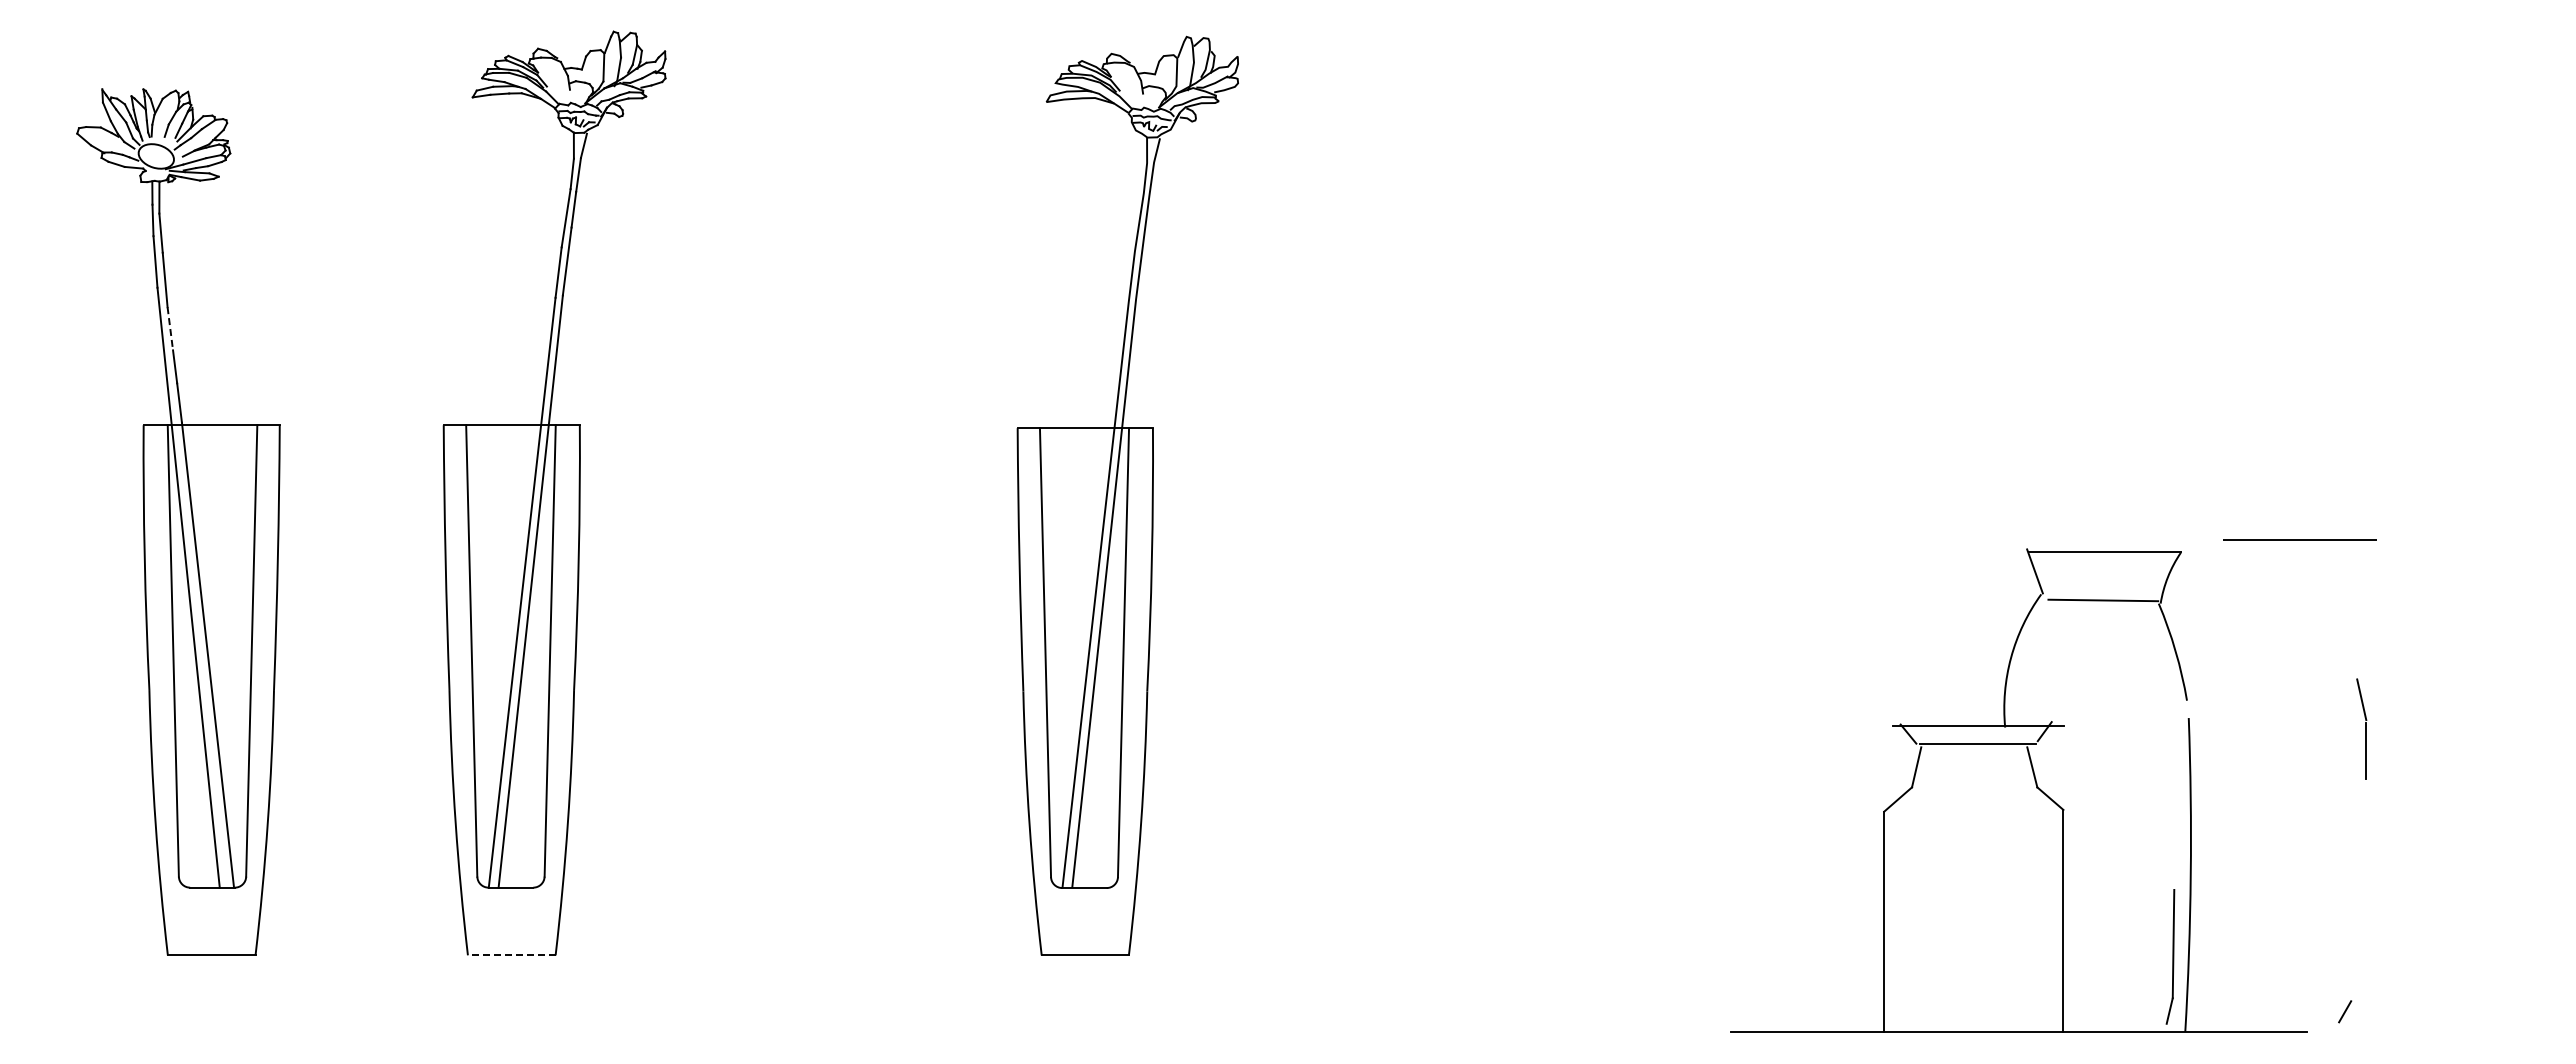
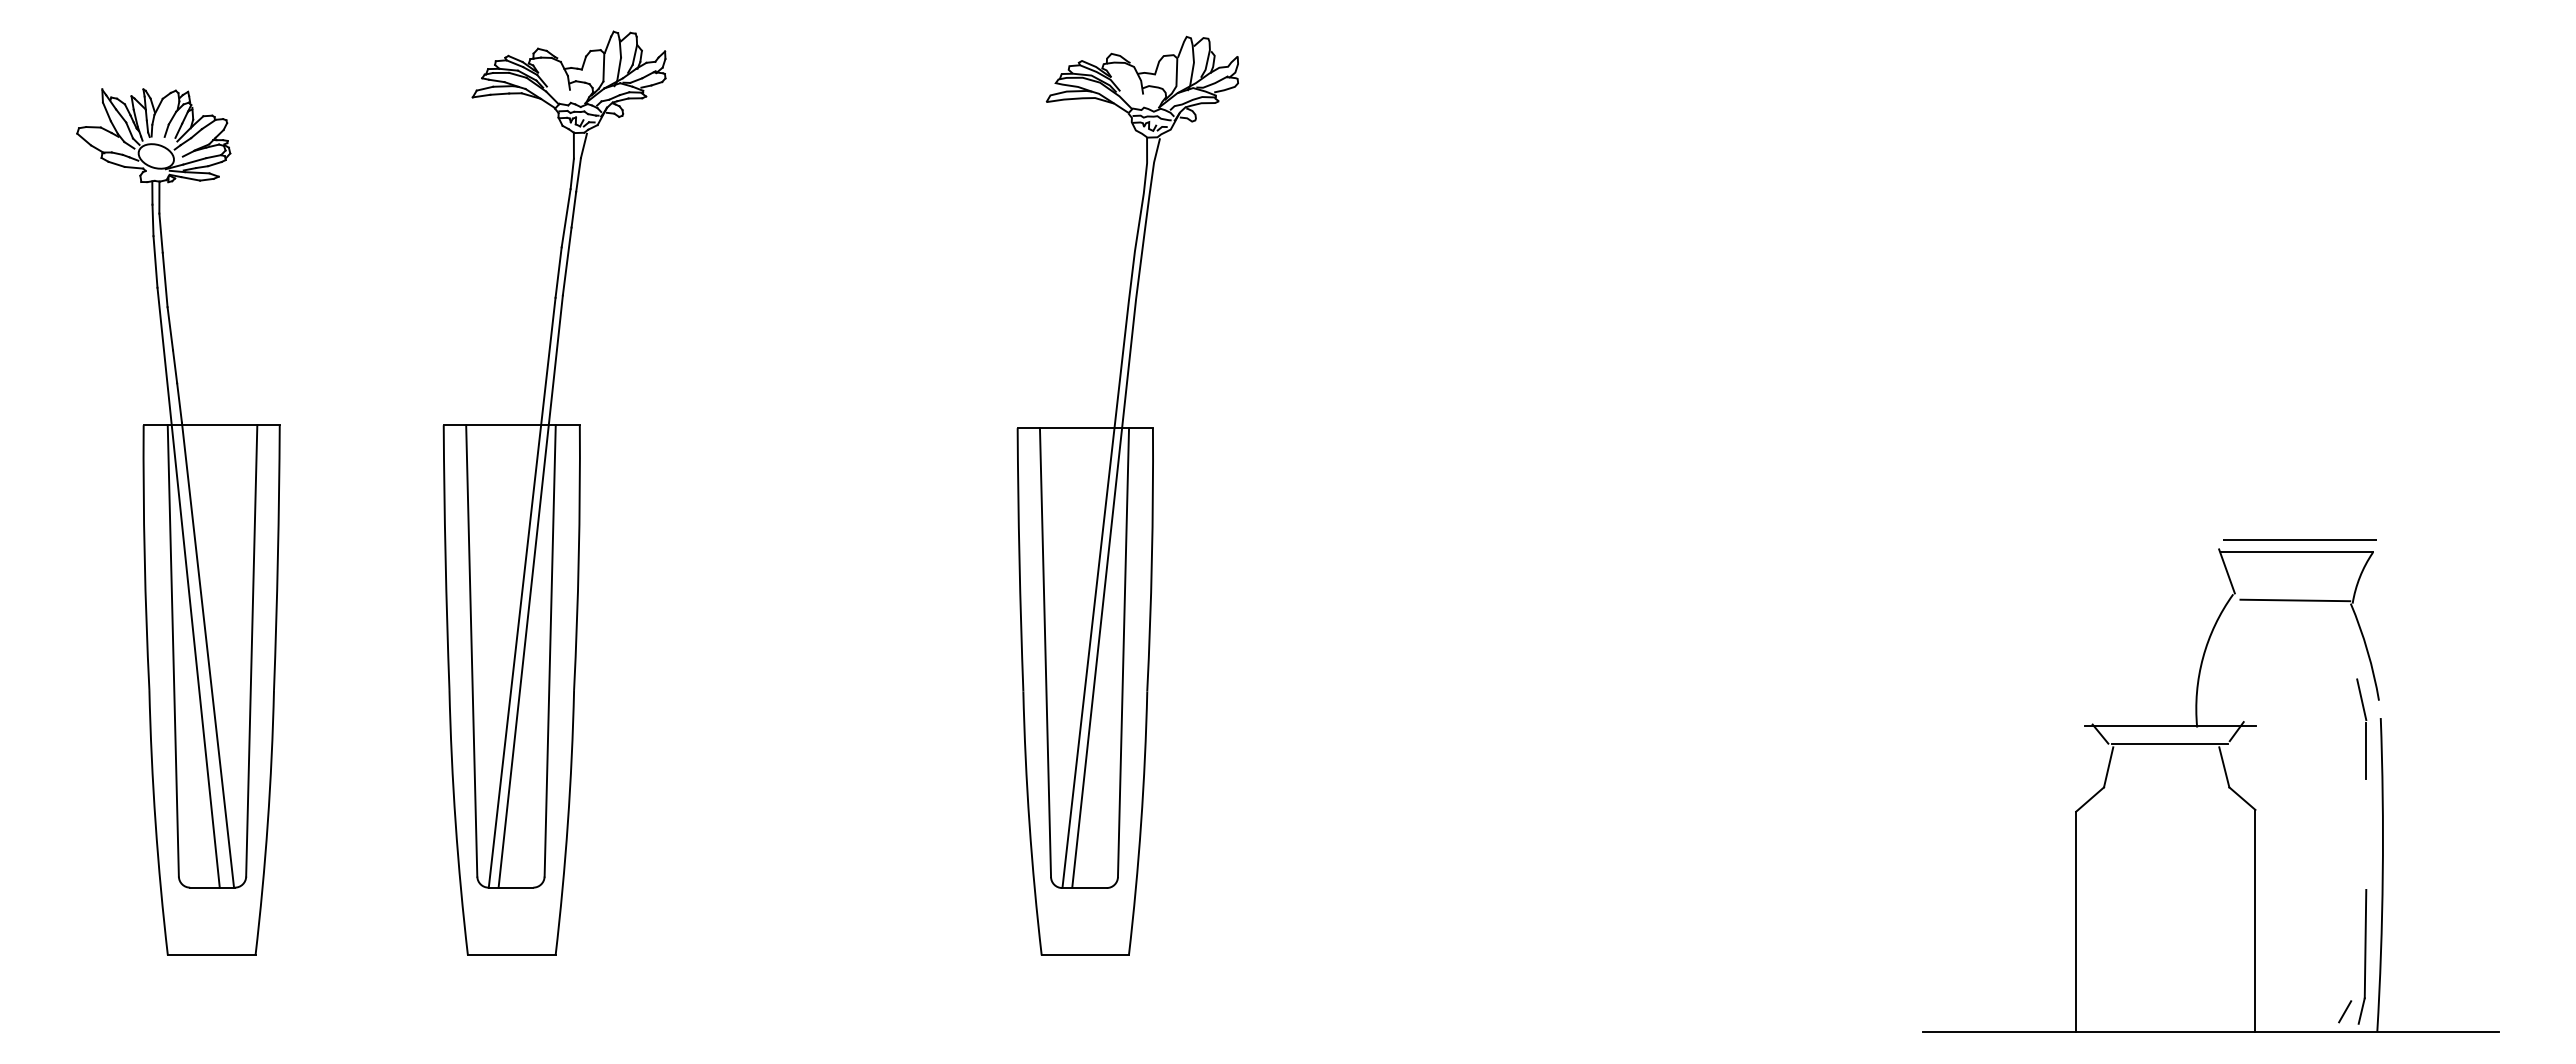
line at (170, 328): dashed -> solid
part at (2035, 784) position: (2035, 784) -> (2227, 784)
line at (511, 955): dashed -> solid
